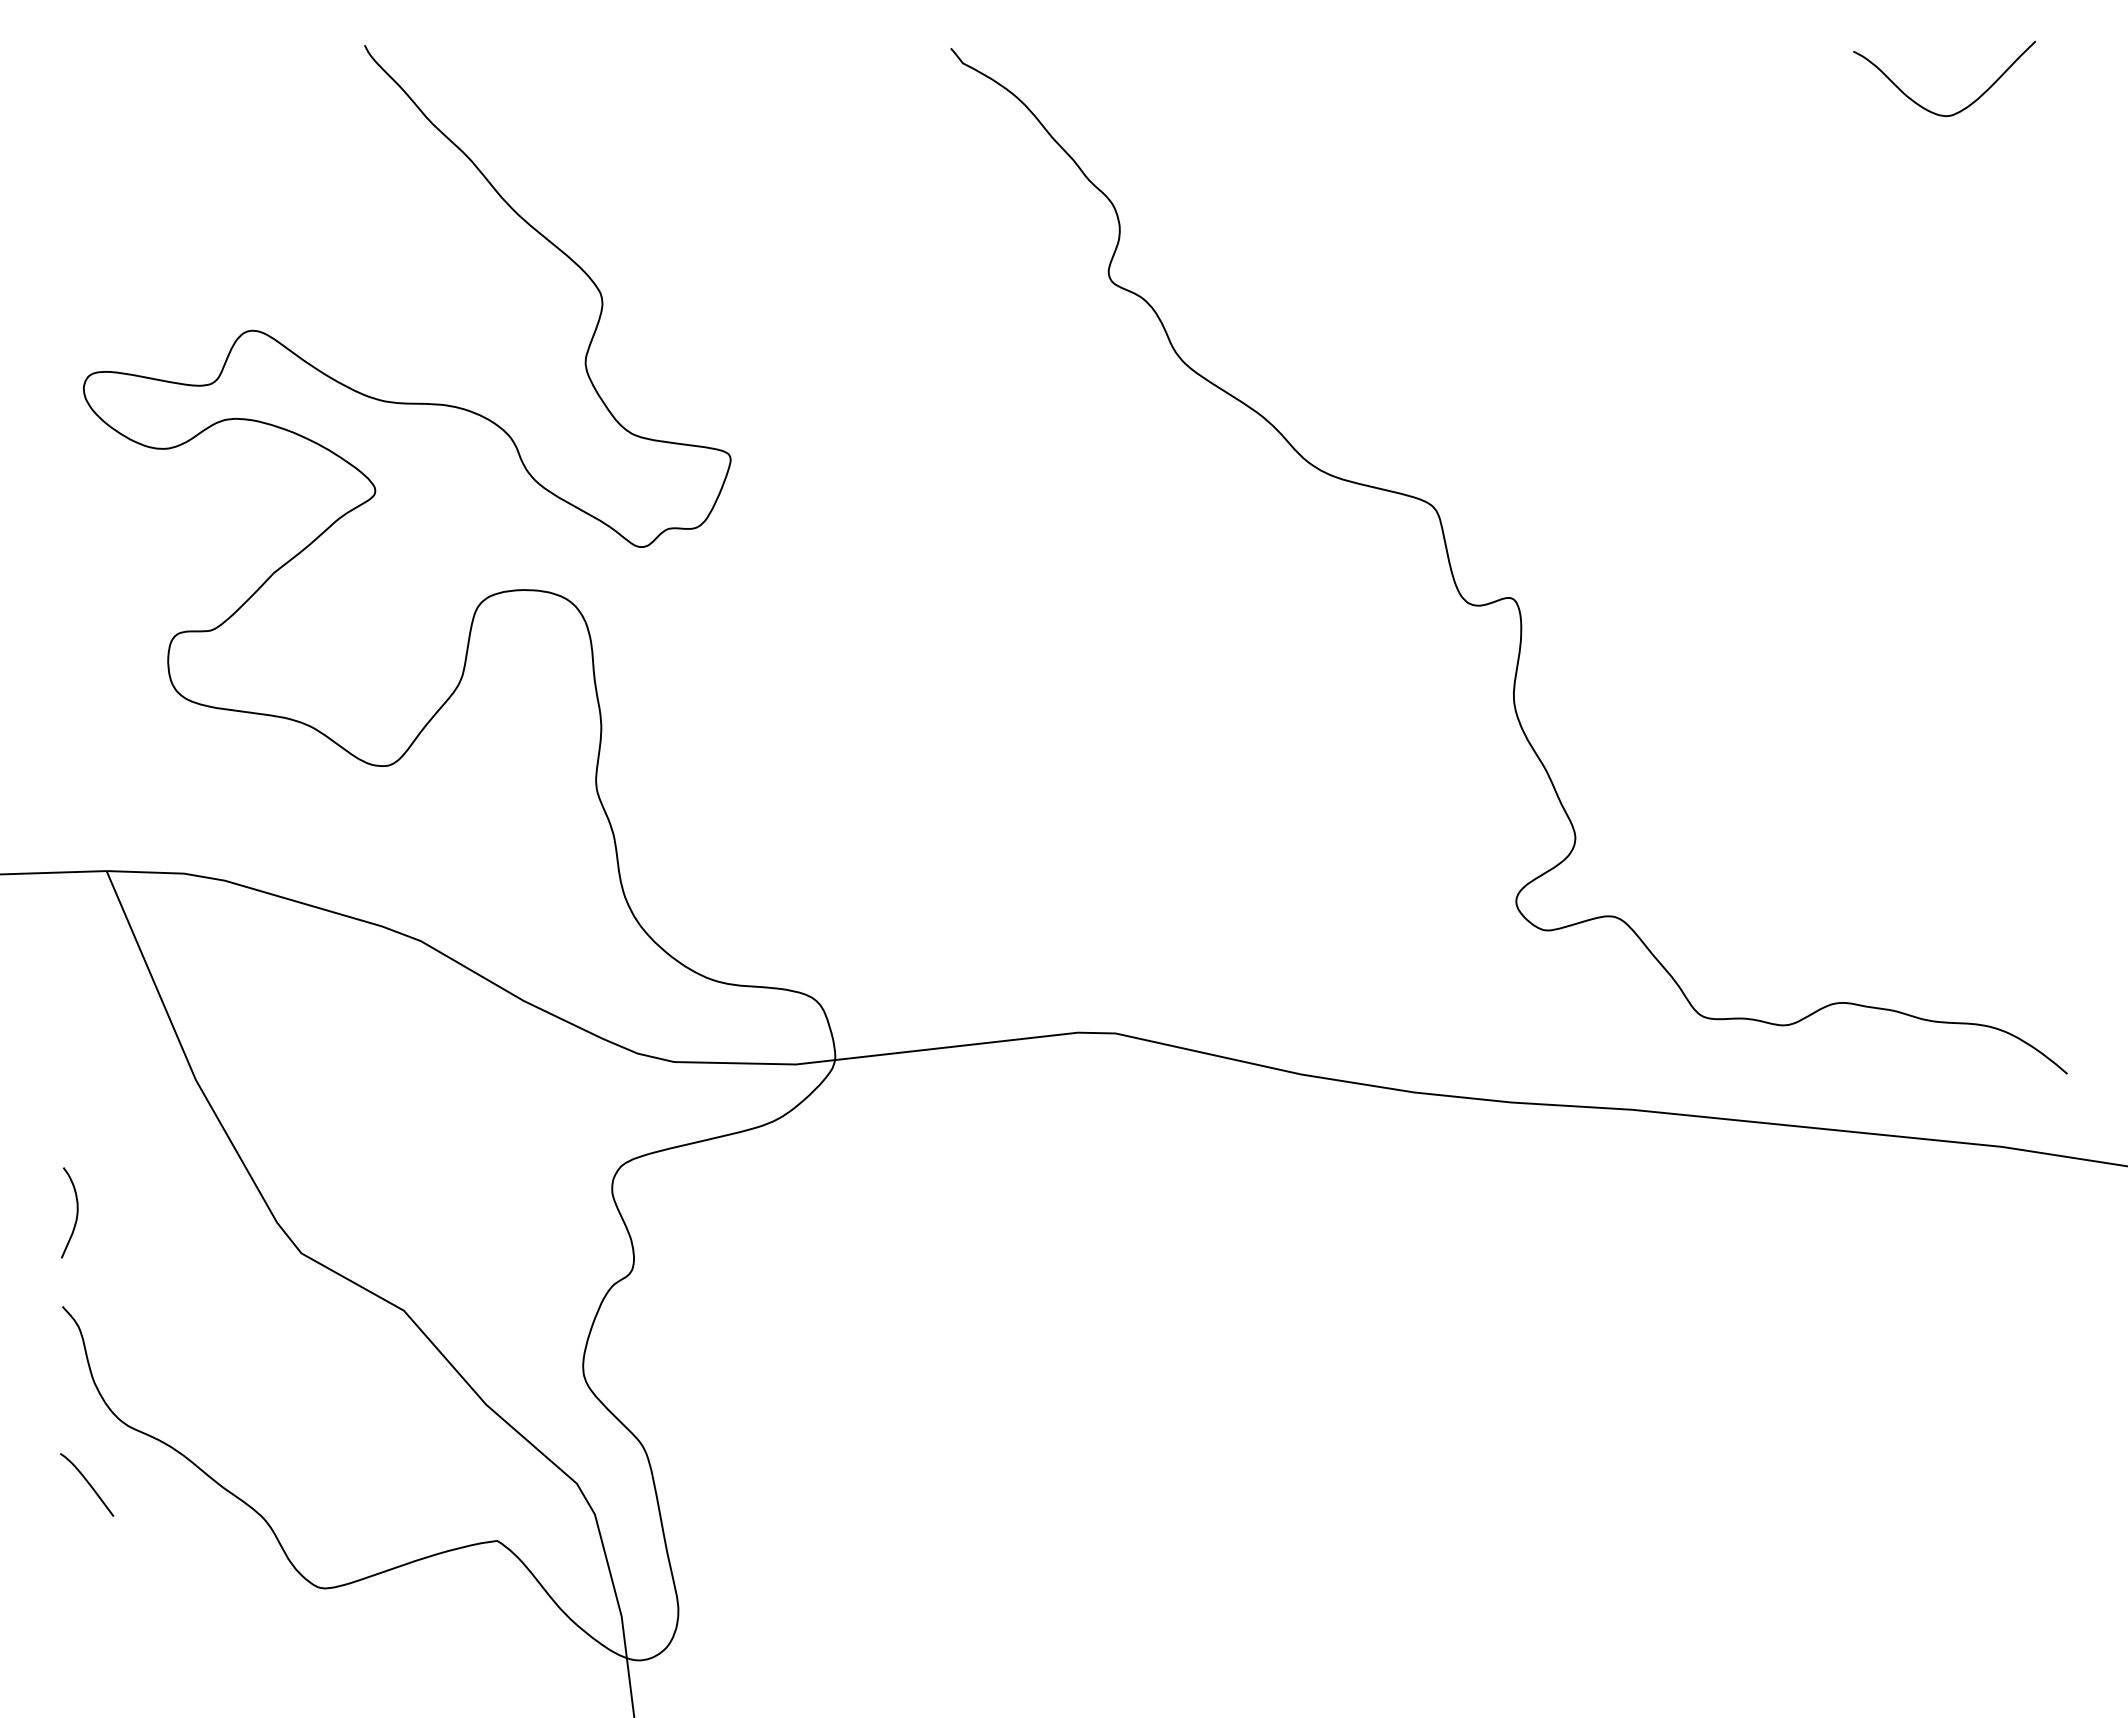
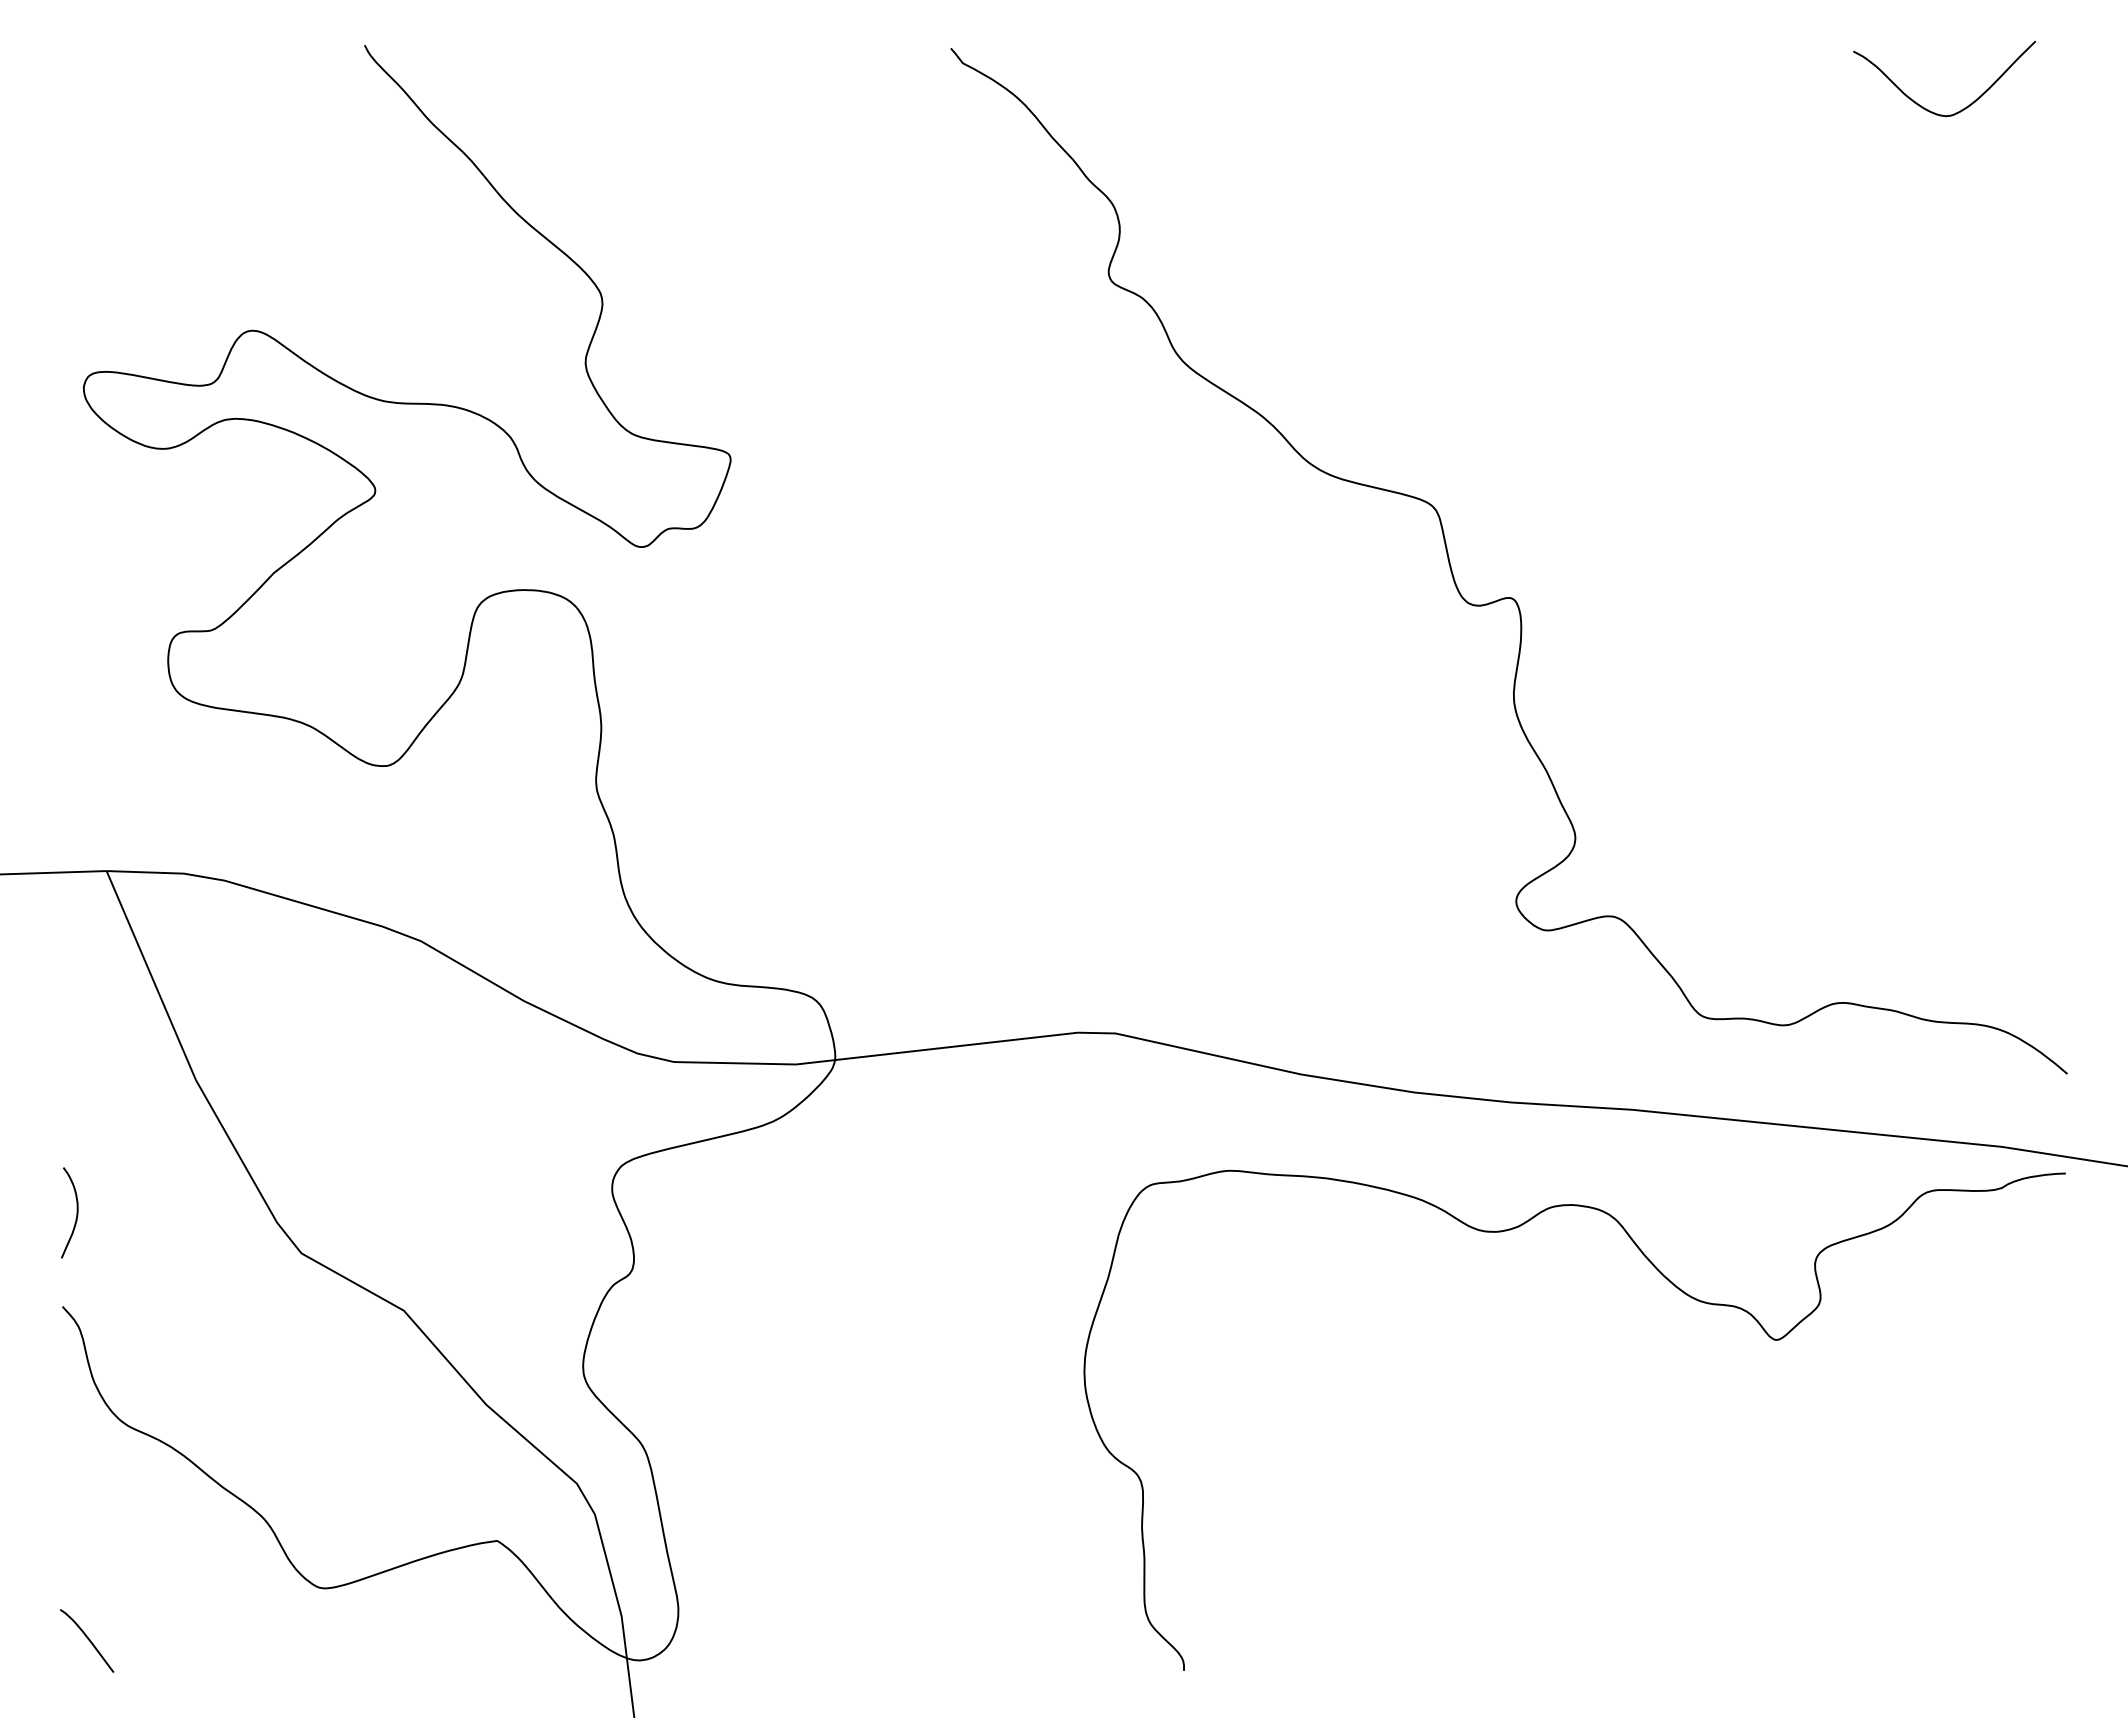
curve at (1675, 1287): none -> present
curve at (87, 1483) position: (87, 1483) -> (87, 1639)
